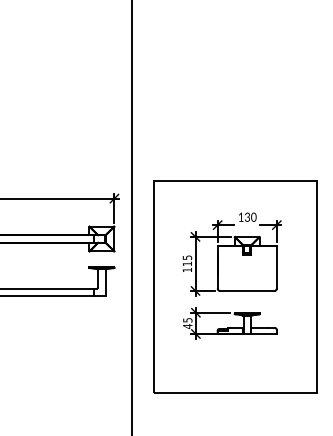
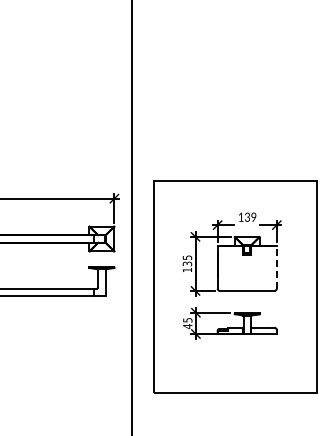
text at (253, 218): 130 -> 139
text at (187, 263): 115 -> 135
line at (276, 267): solid -> dashed
